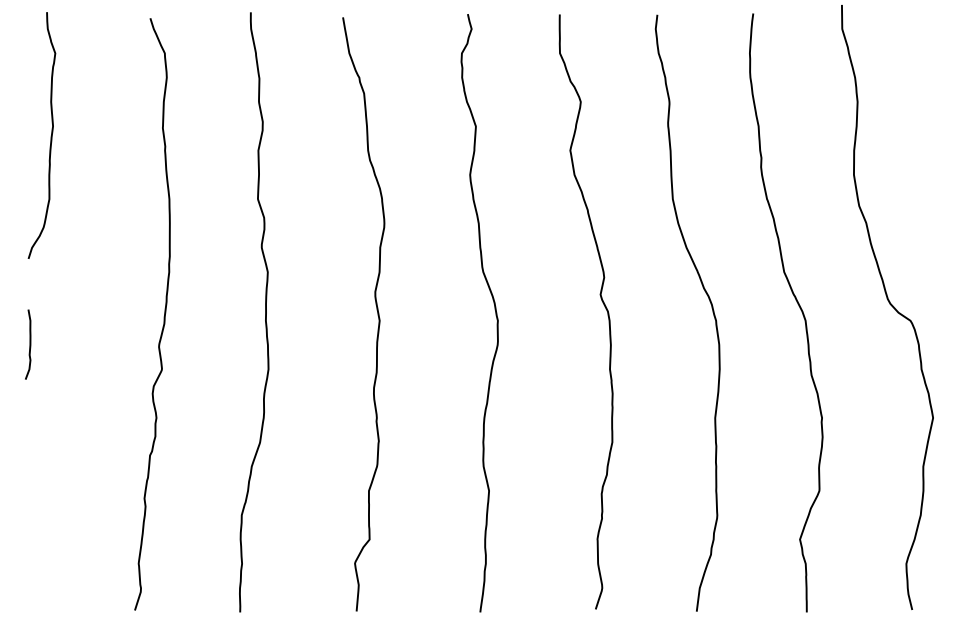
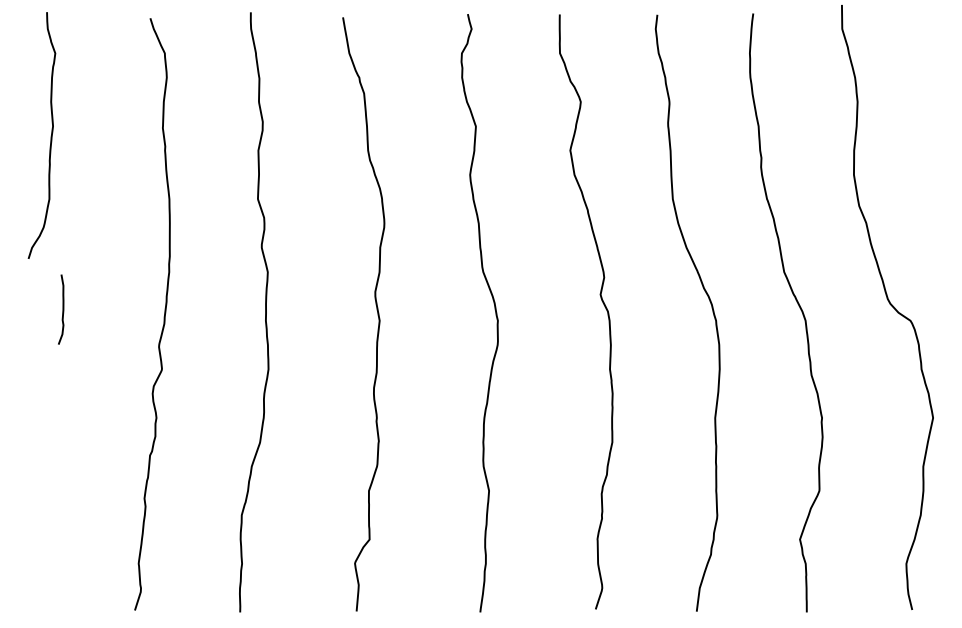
curve at (29, 344) position: (29, 344) -> (62, 309)
